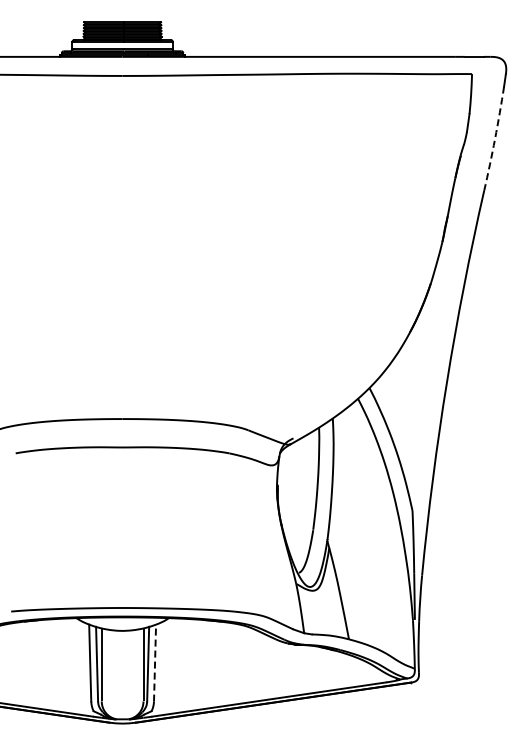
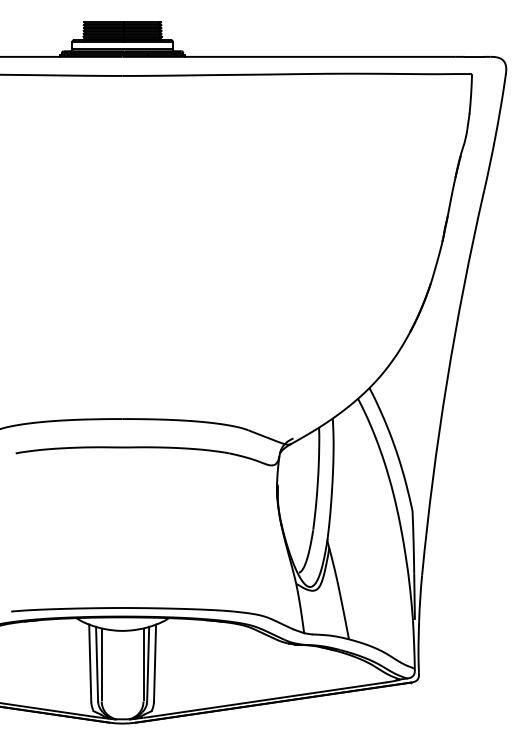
arc at (495, 138): dashed -> solid
line at (155, 662): dashed -> solid
